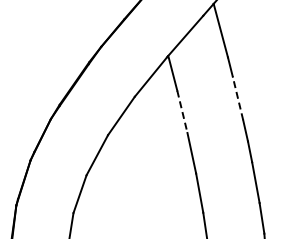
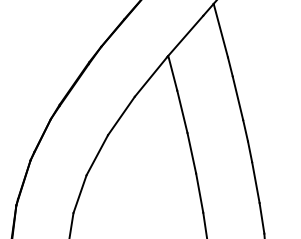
line at (237, 97): dashed -> solid
line at (182, 111): dashed -> solid
